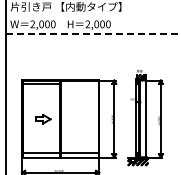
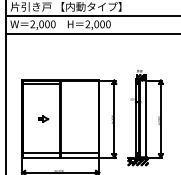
line at (91, 16): none -> present
line at (93, 33): dashed -> solid
part at (43, 119) size: 17x11 px -> 12x8 px
